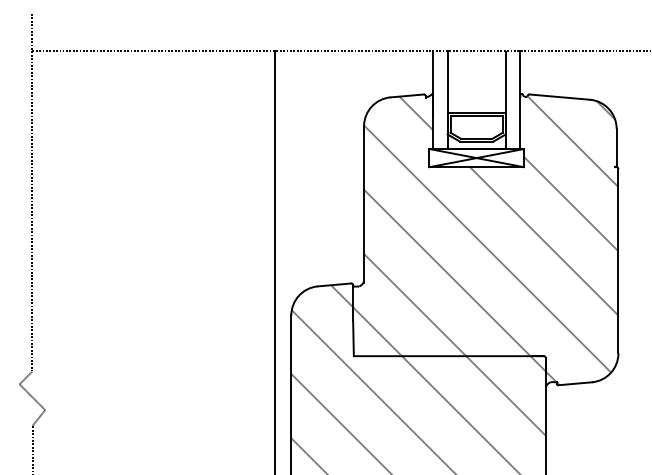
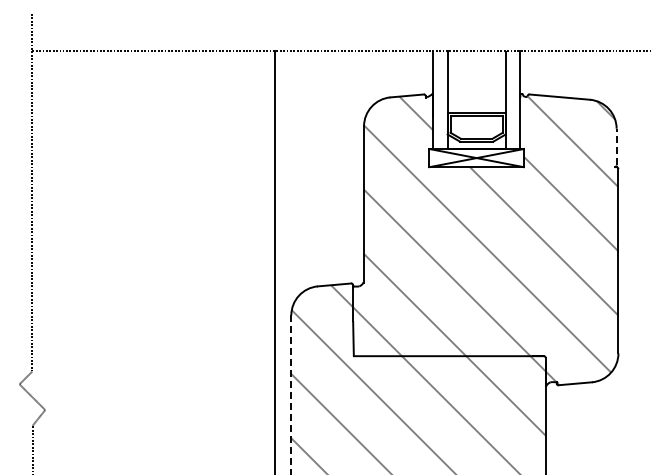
line at (616, 146): solid -> dashed
line at (291, 395): solid -> dashed
